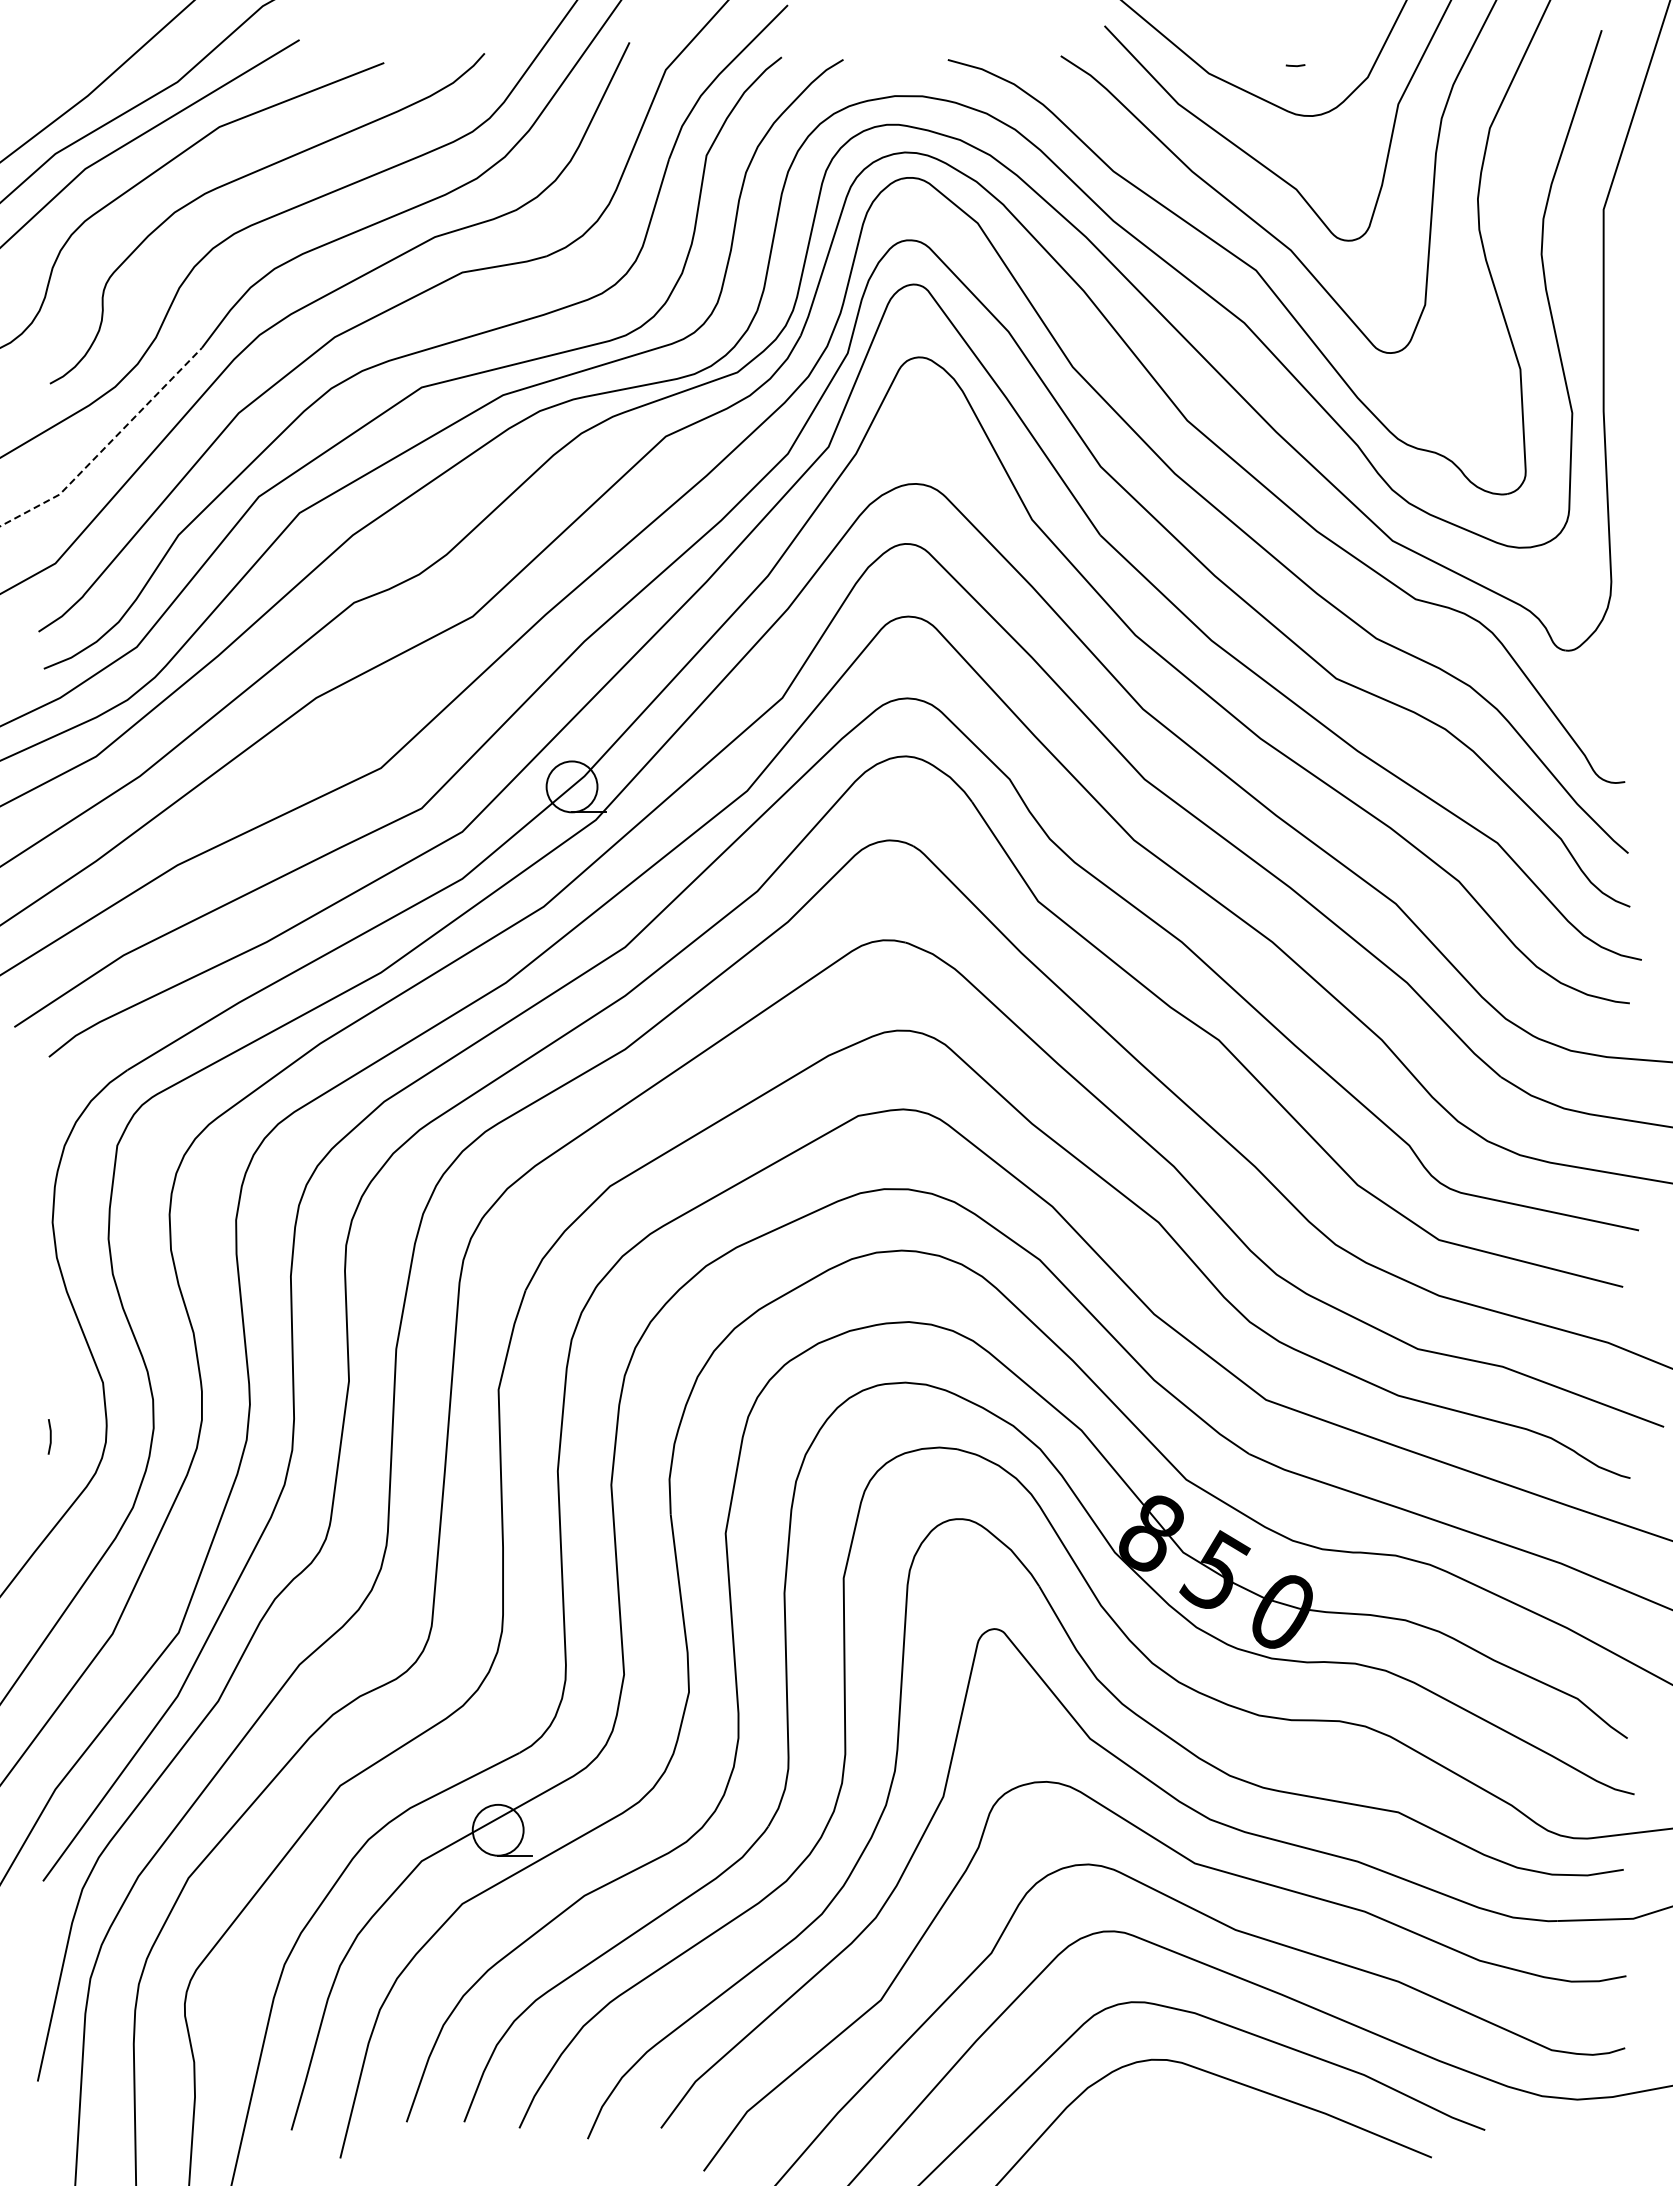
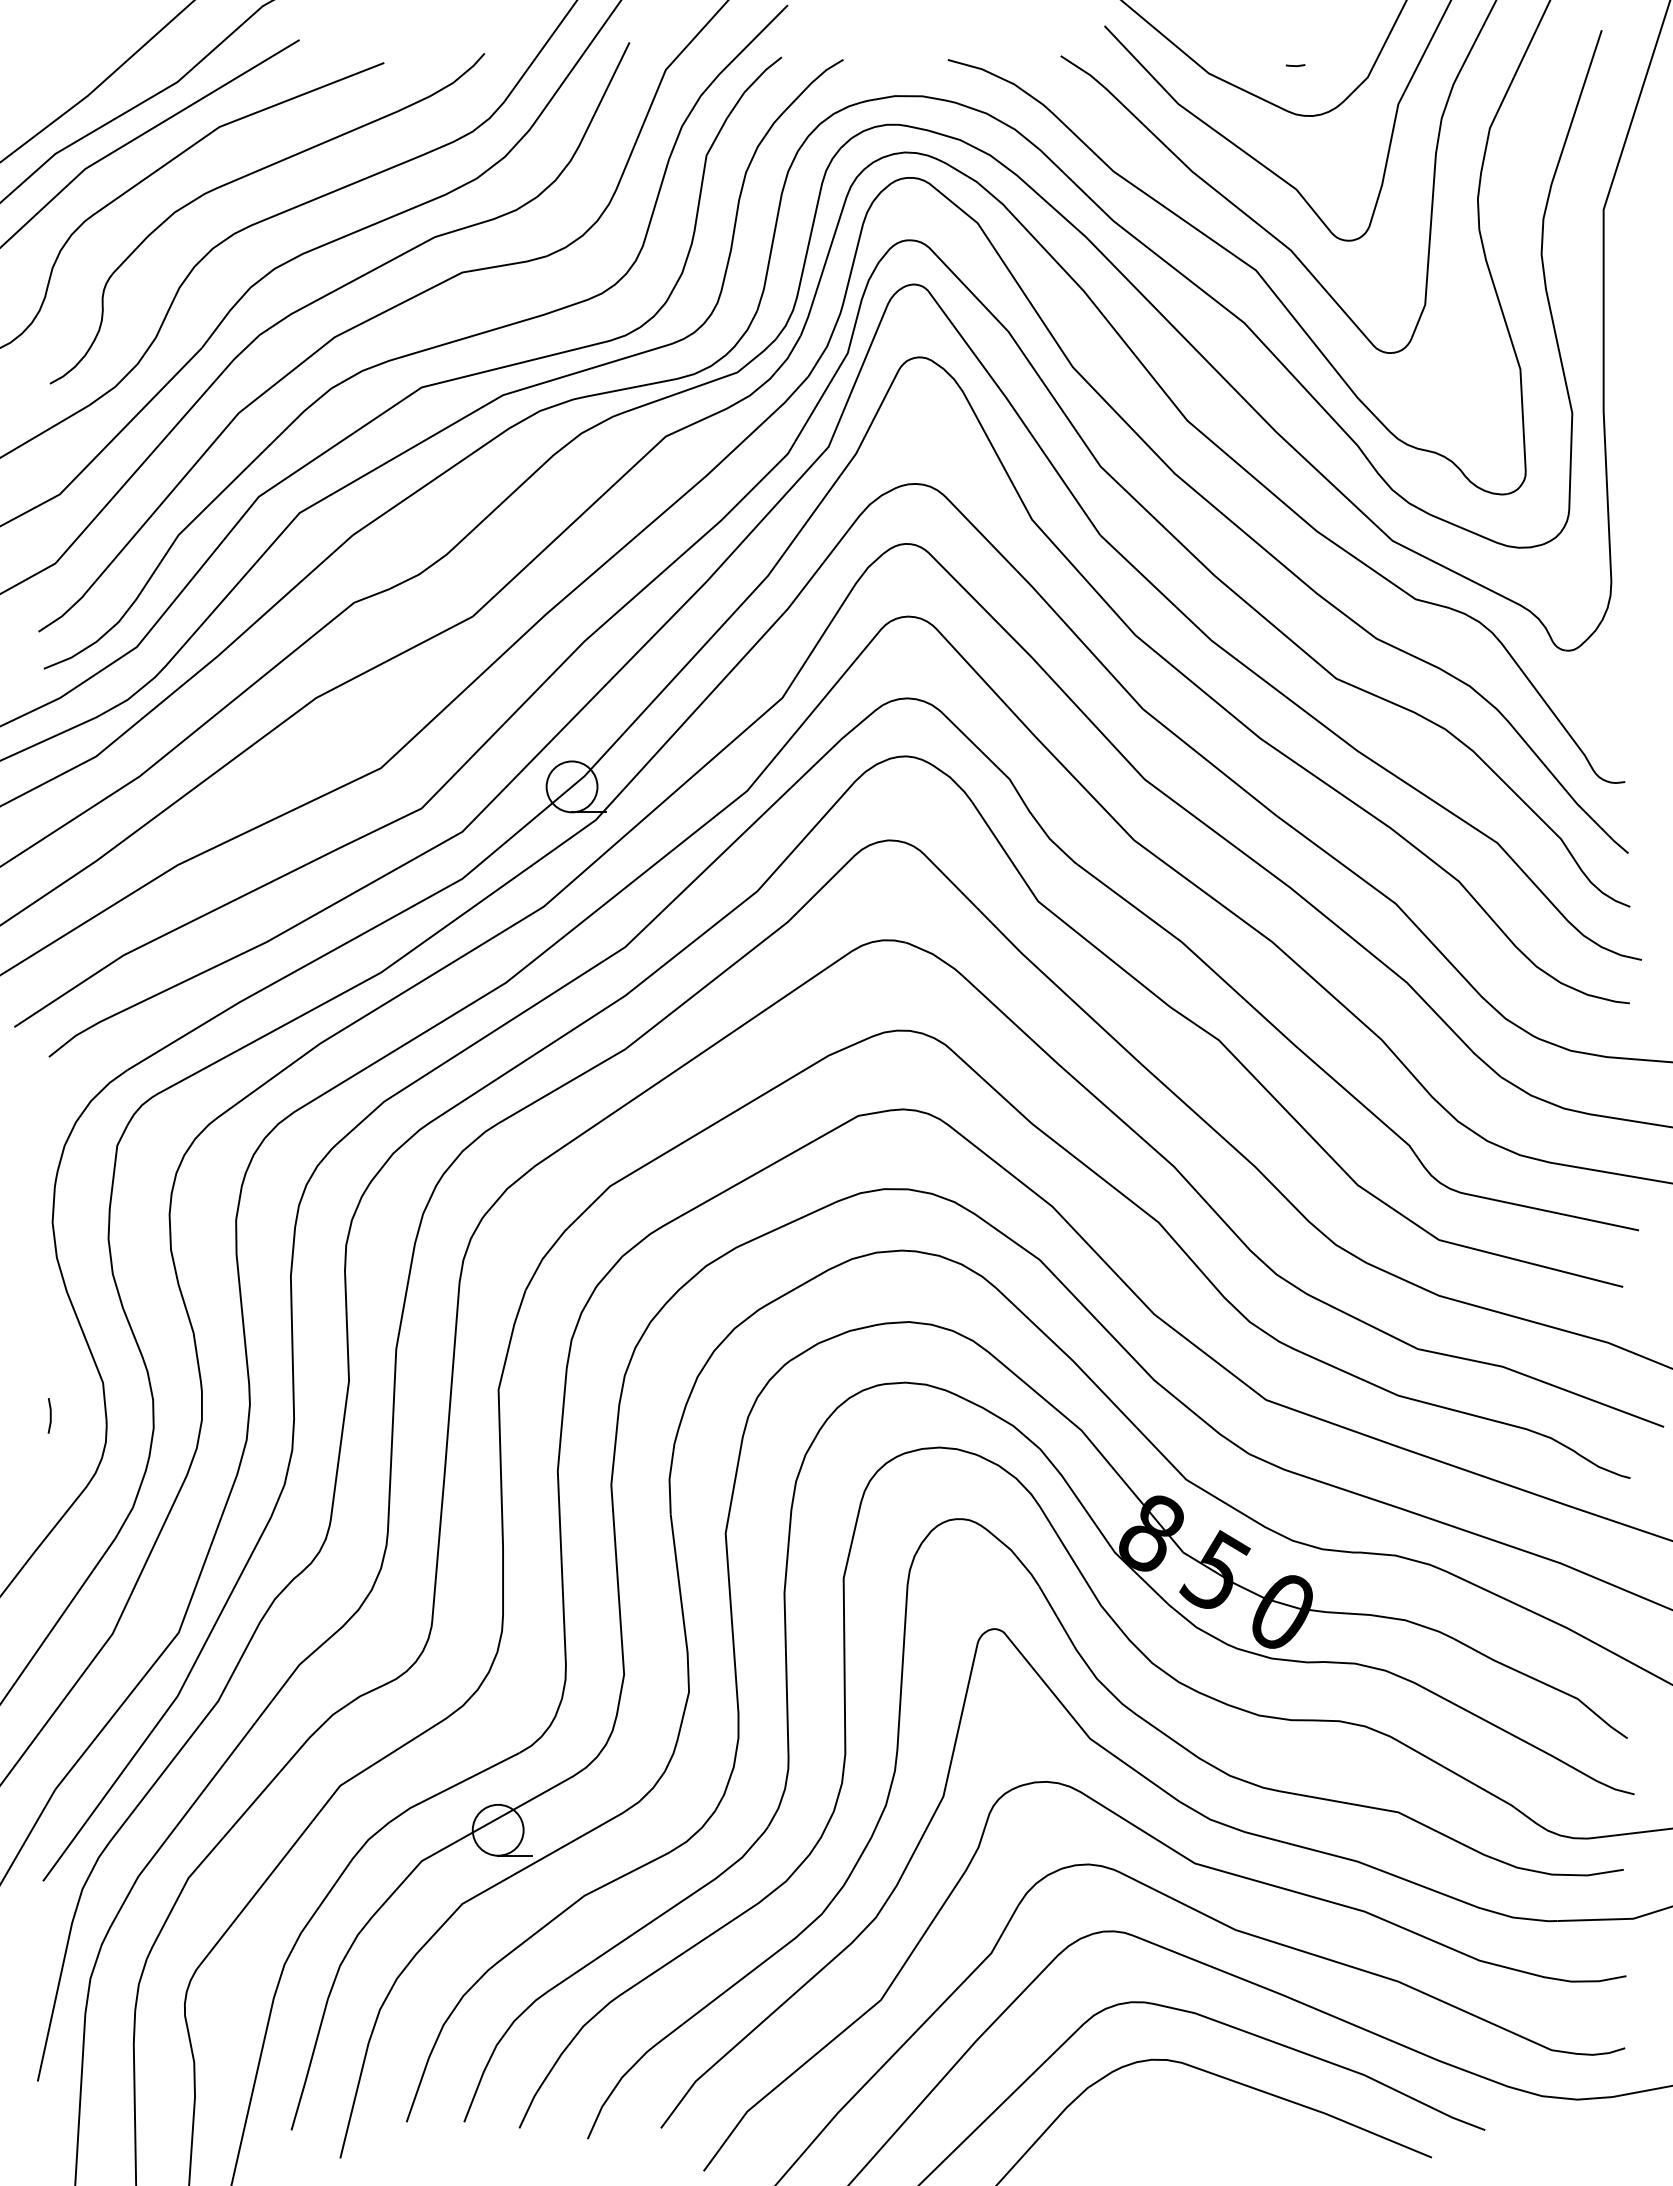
line at (107, 445): dashed -> solid
line at (49, 1436) position: (49, 1436) -> (49, 1415)
